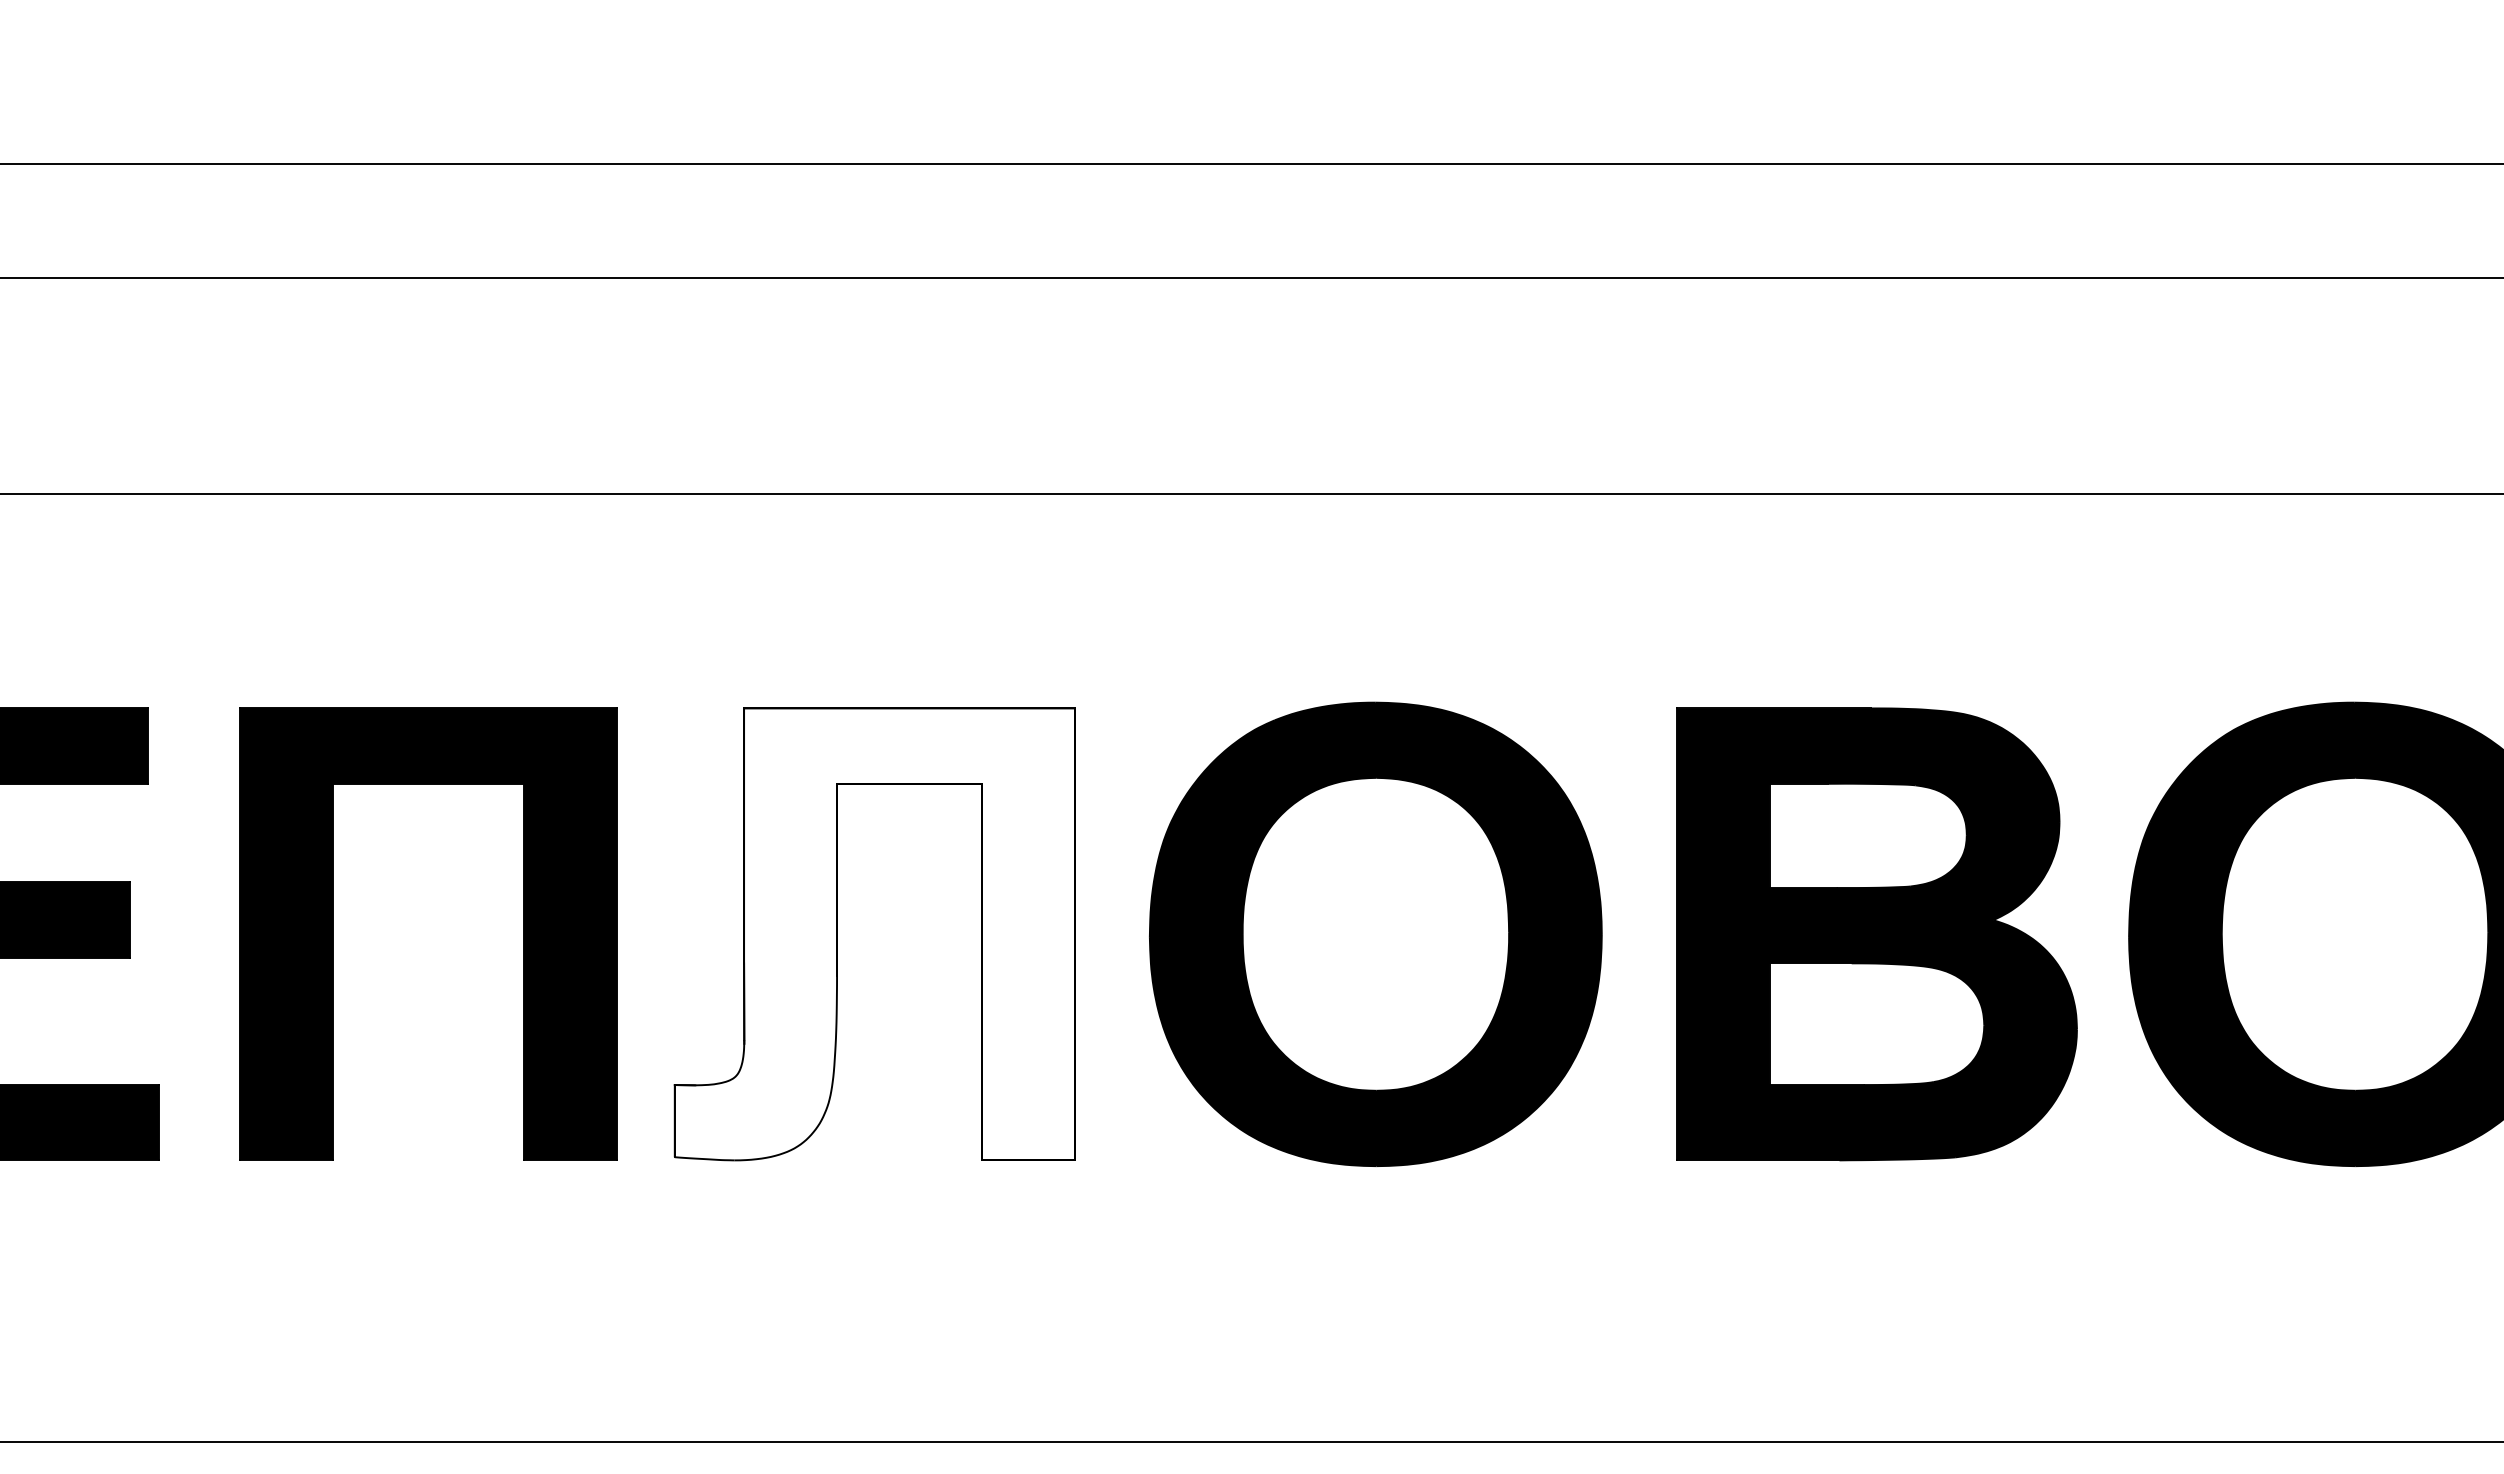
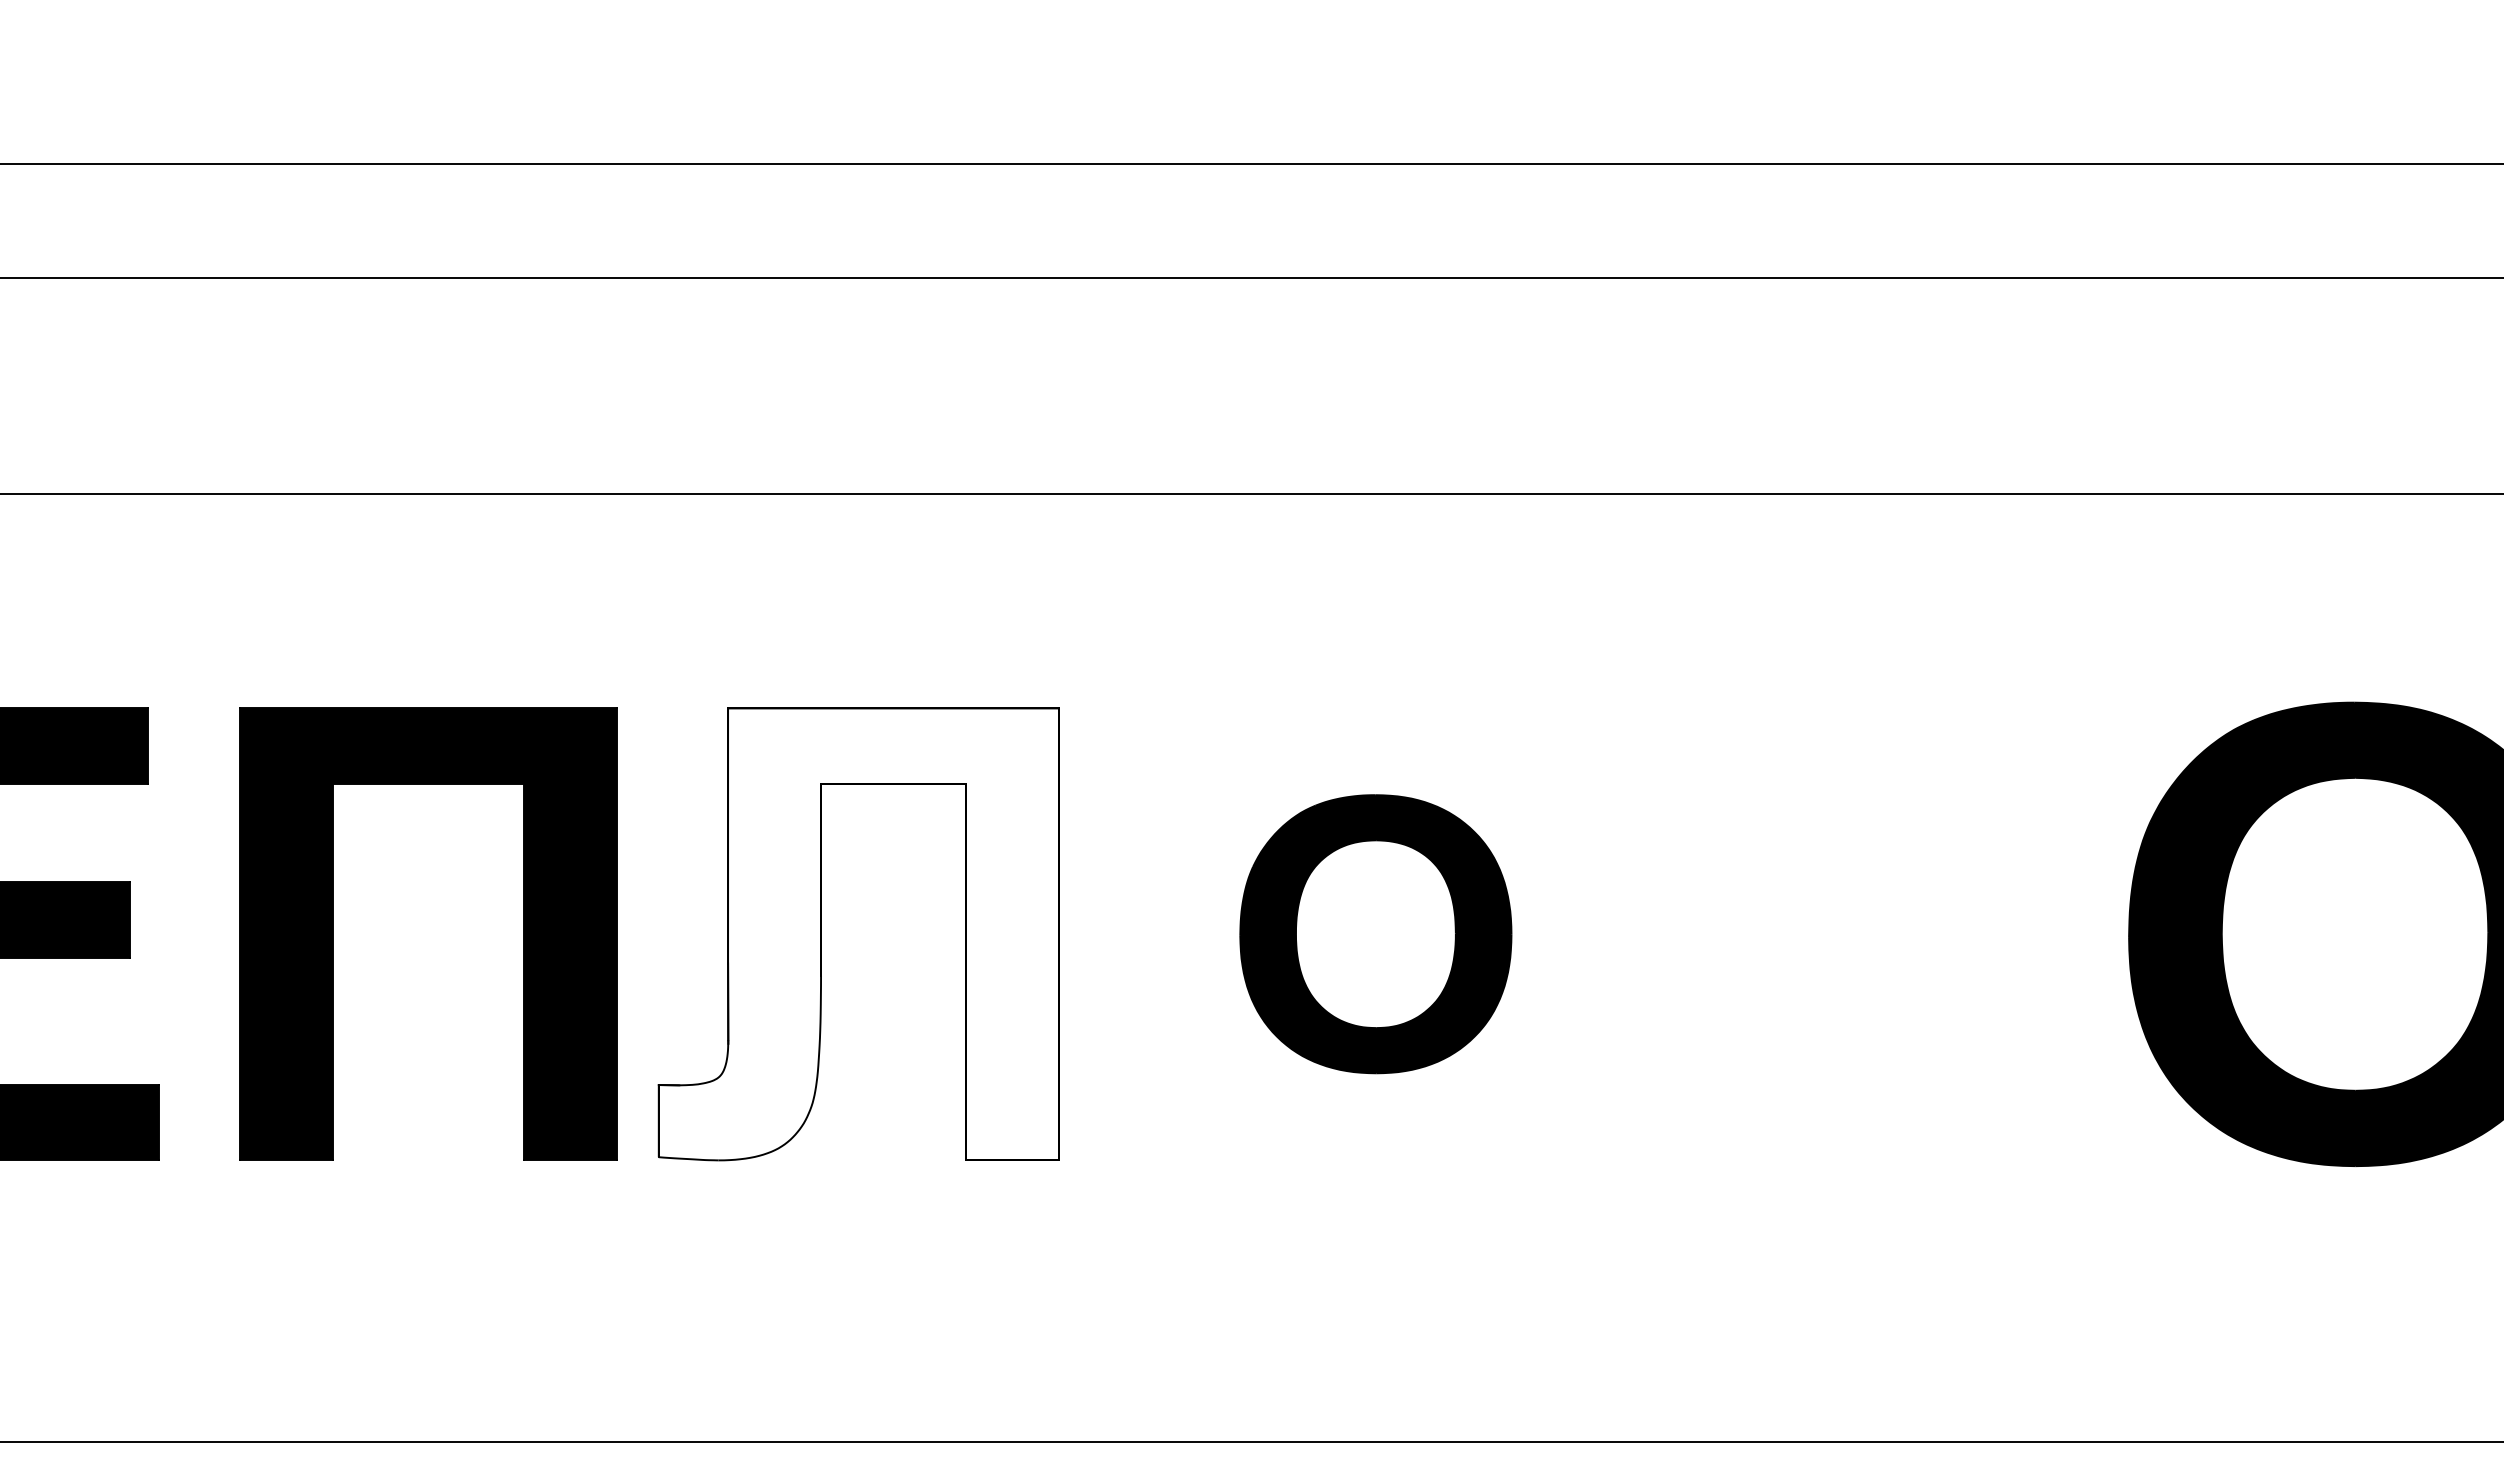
part at (1375, 933) size: 454x466 px -> 274x281 px
part at (837, 934) position: (837, 934) -> (821, 934)
part at (1876, 934): present -> none
